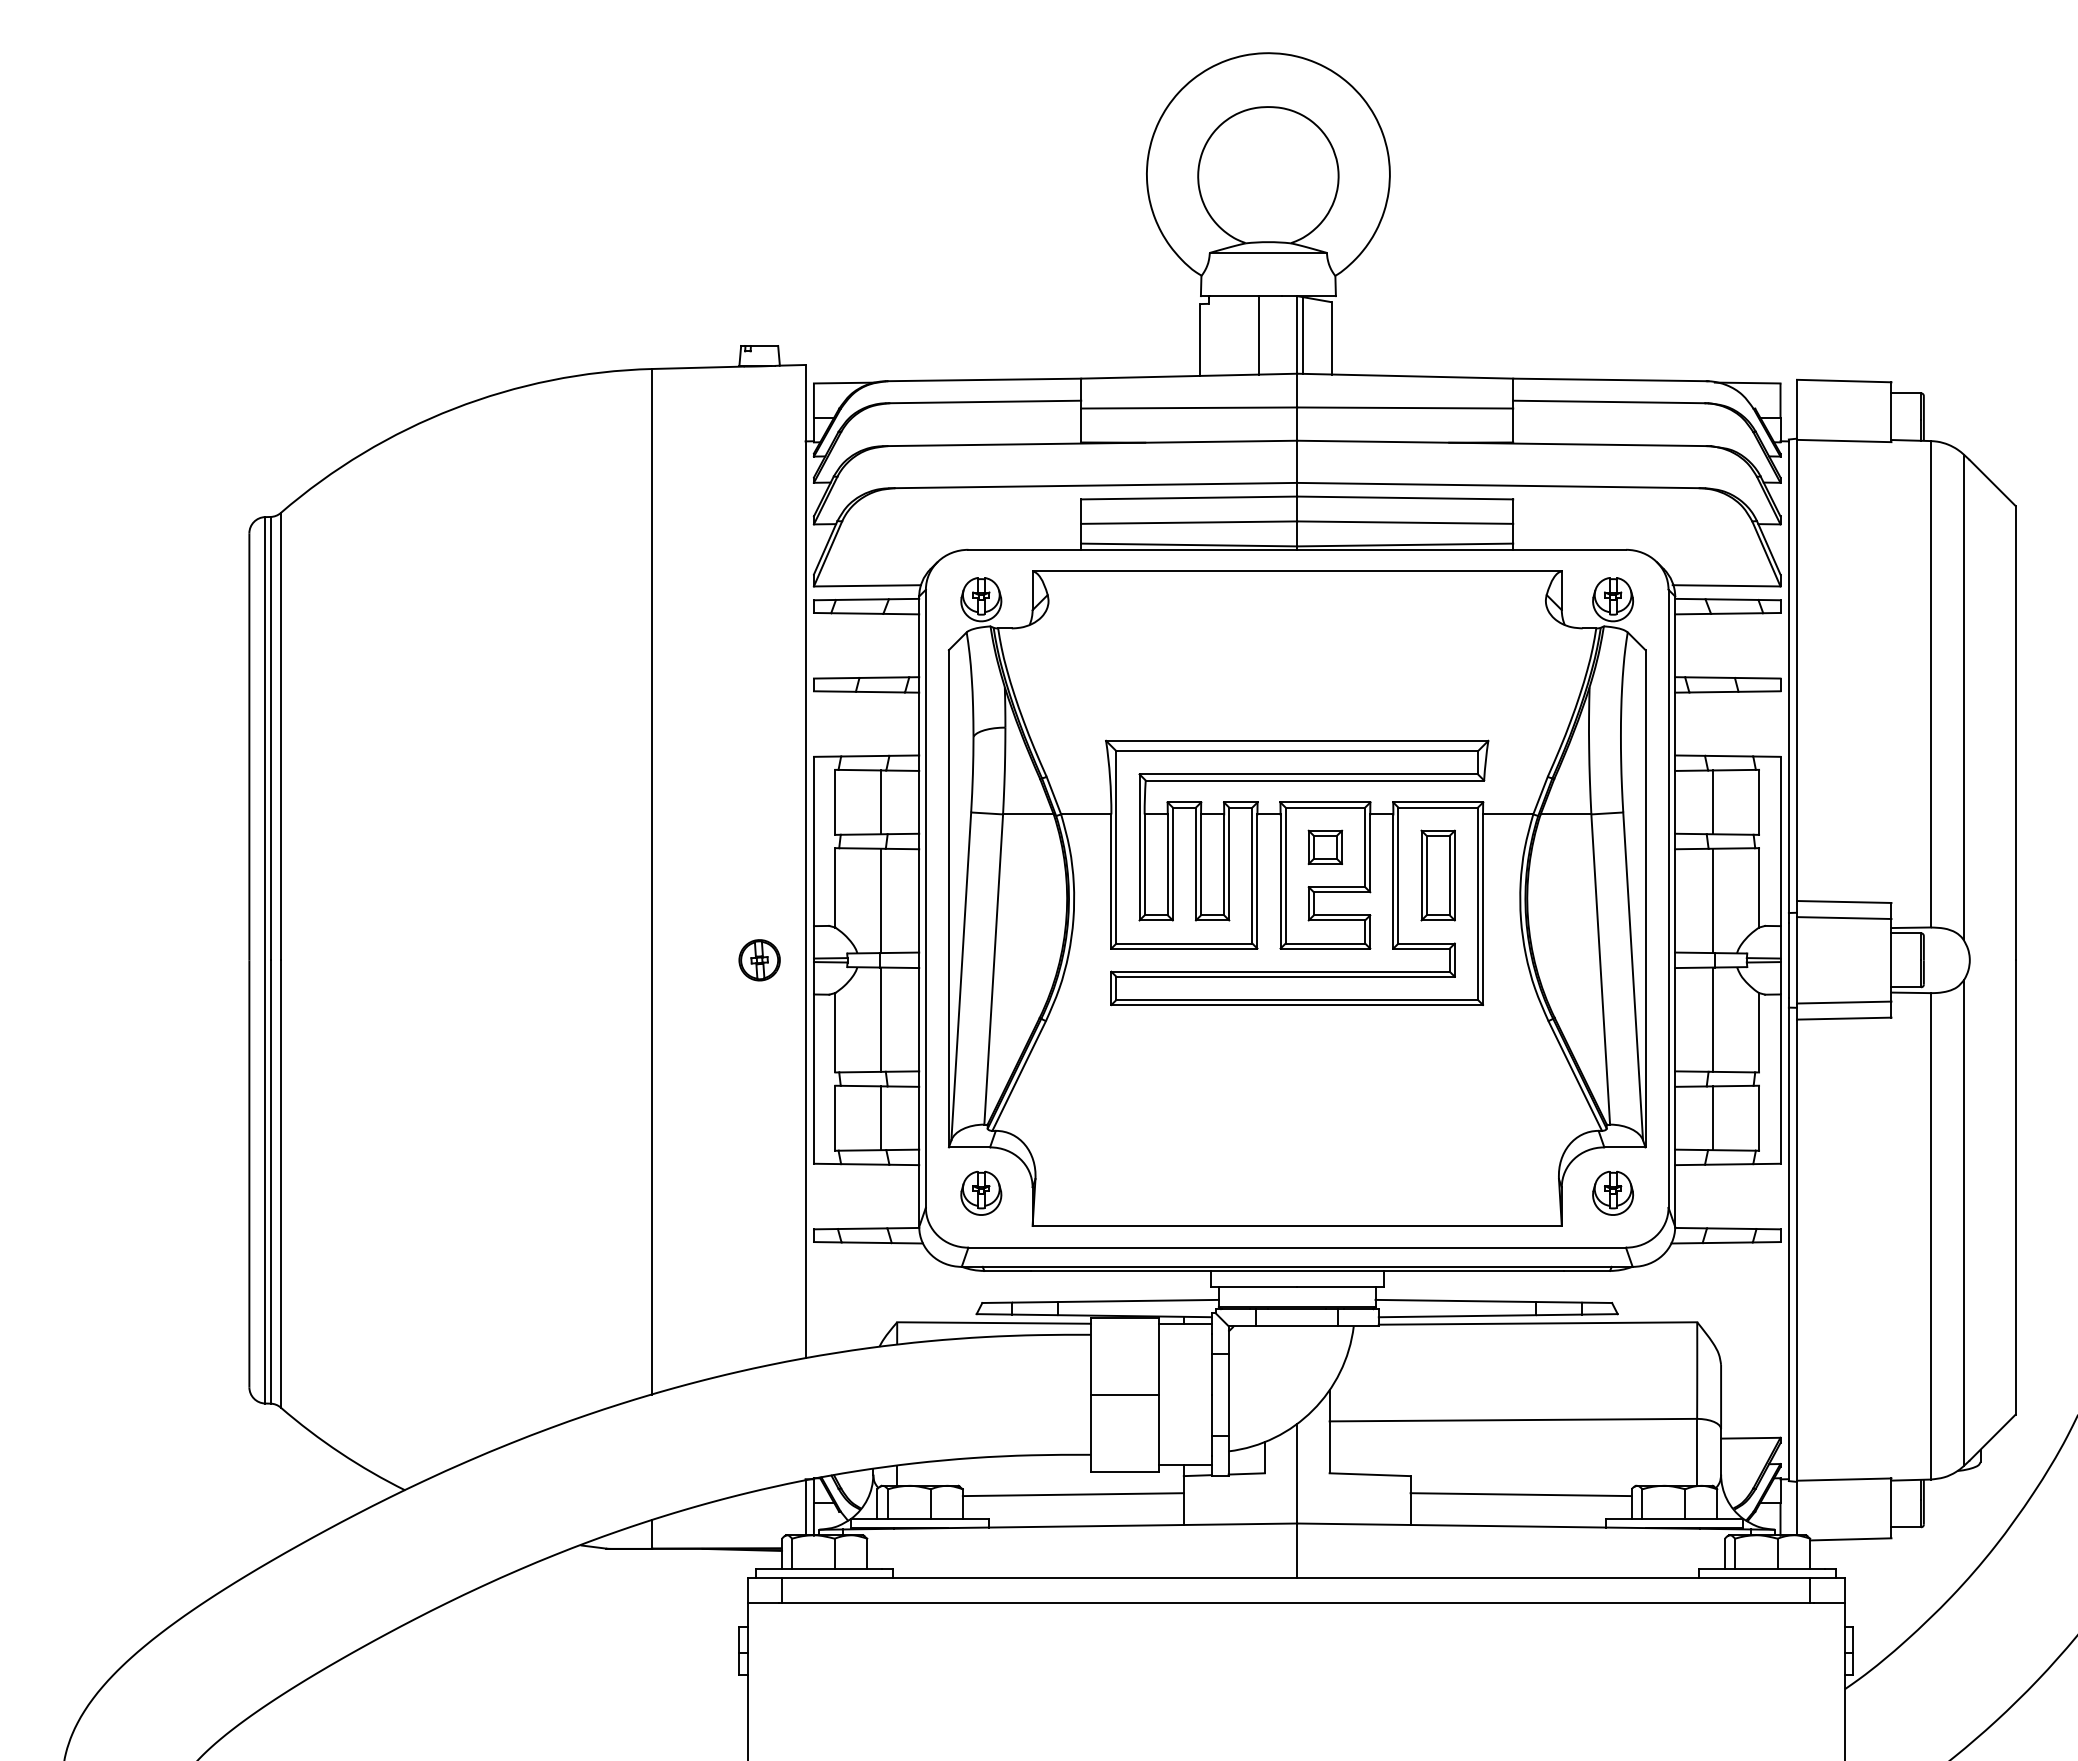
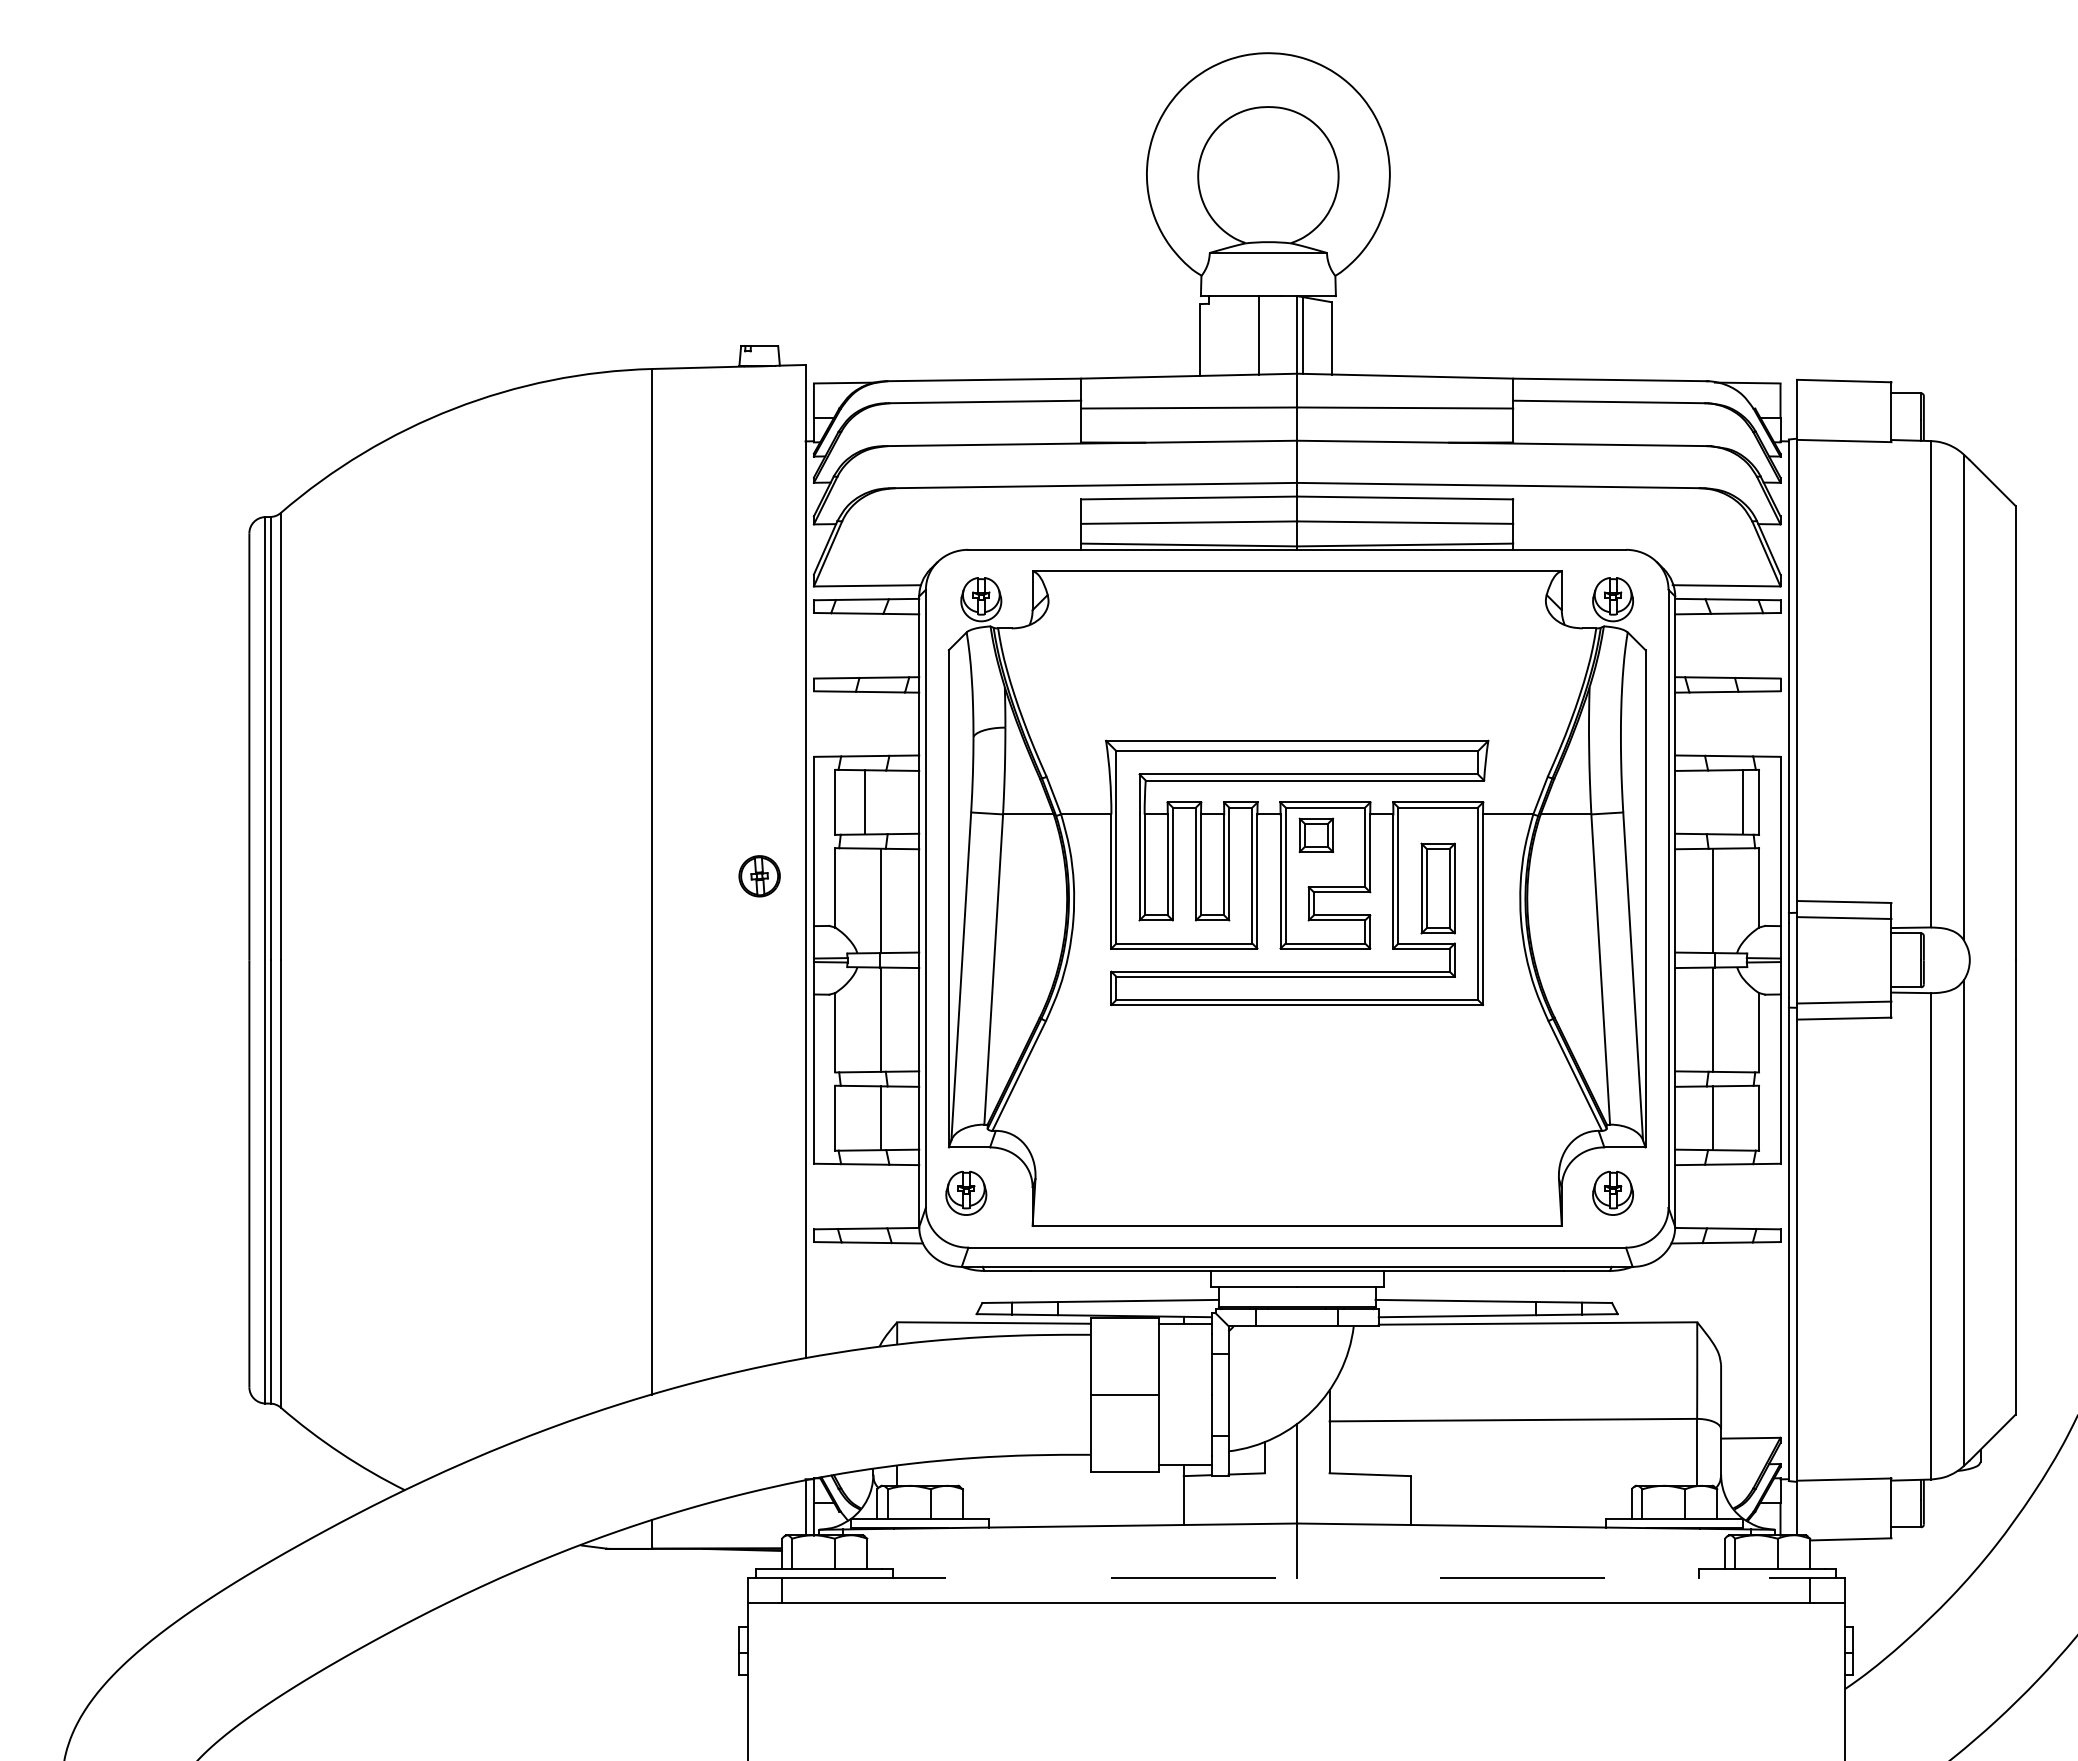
line at (881, 802) position: (881, 802) -> (865, 802)
line at (1713, 802) position: (1713, 802) -> (1743, 802)
part at (1325, 847) position: (1325, 847) -> (1316, 835)
part at (1437, 875) position: (1437, 875) -> (1437, 888)
part at (759, 960) position: (759, 960) -> (759, 876)
part at (981, 1192) position: (981, 1192) -> (966, 1192)
line at (1072, 1494): present -> none
line at (1520, 1494): present -> none
line at (1296, 1577): solid -> dashed
